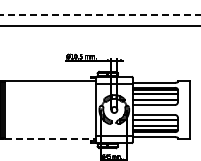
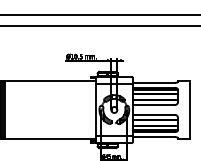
line at (100, 14): dashed -> solid
line at (50, 138): dashed -> solid
